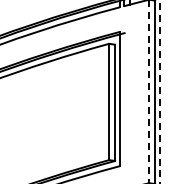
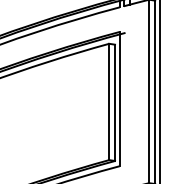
line at (160, 91): dashed -> solid
line at (149, 92): dashed -> solid
